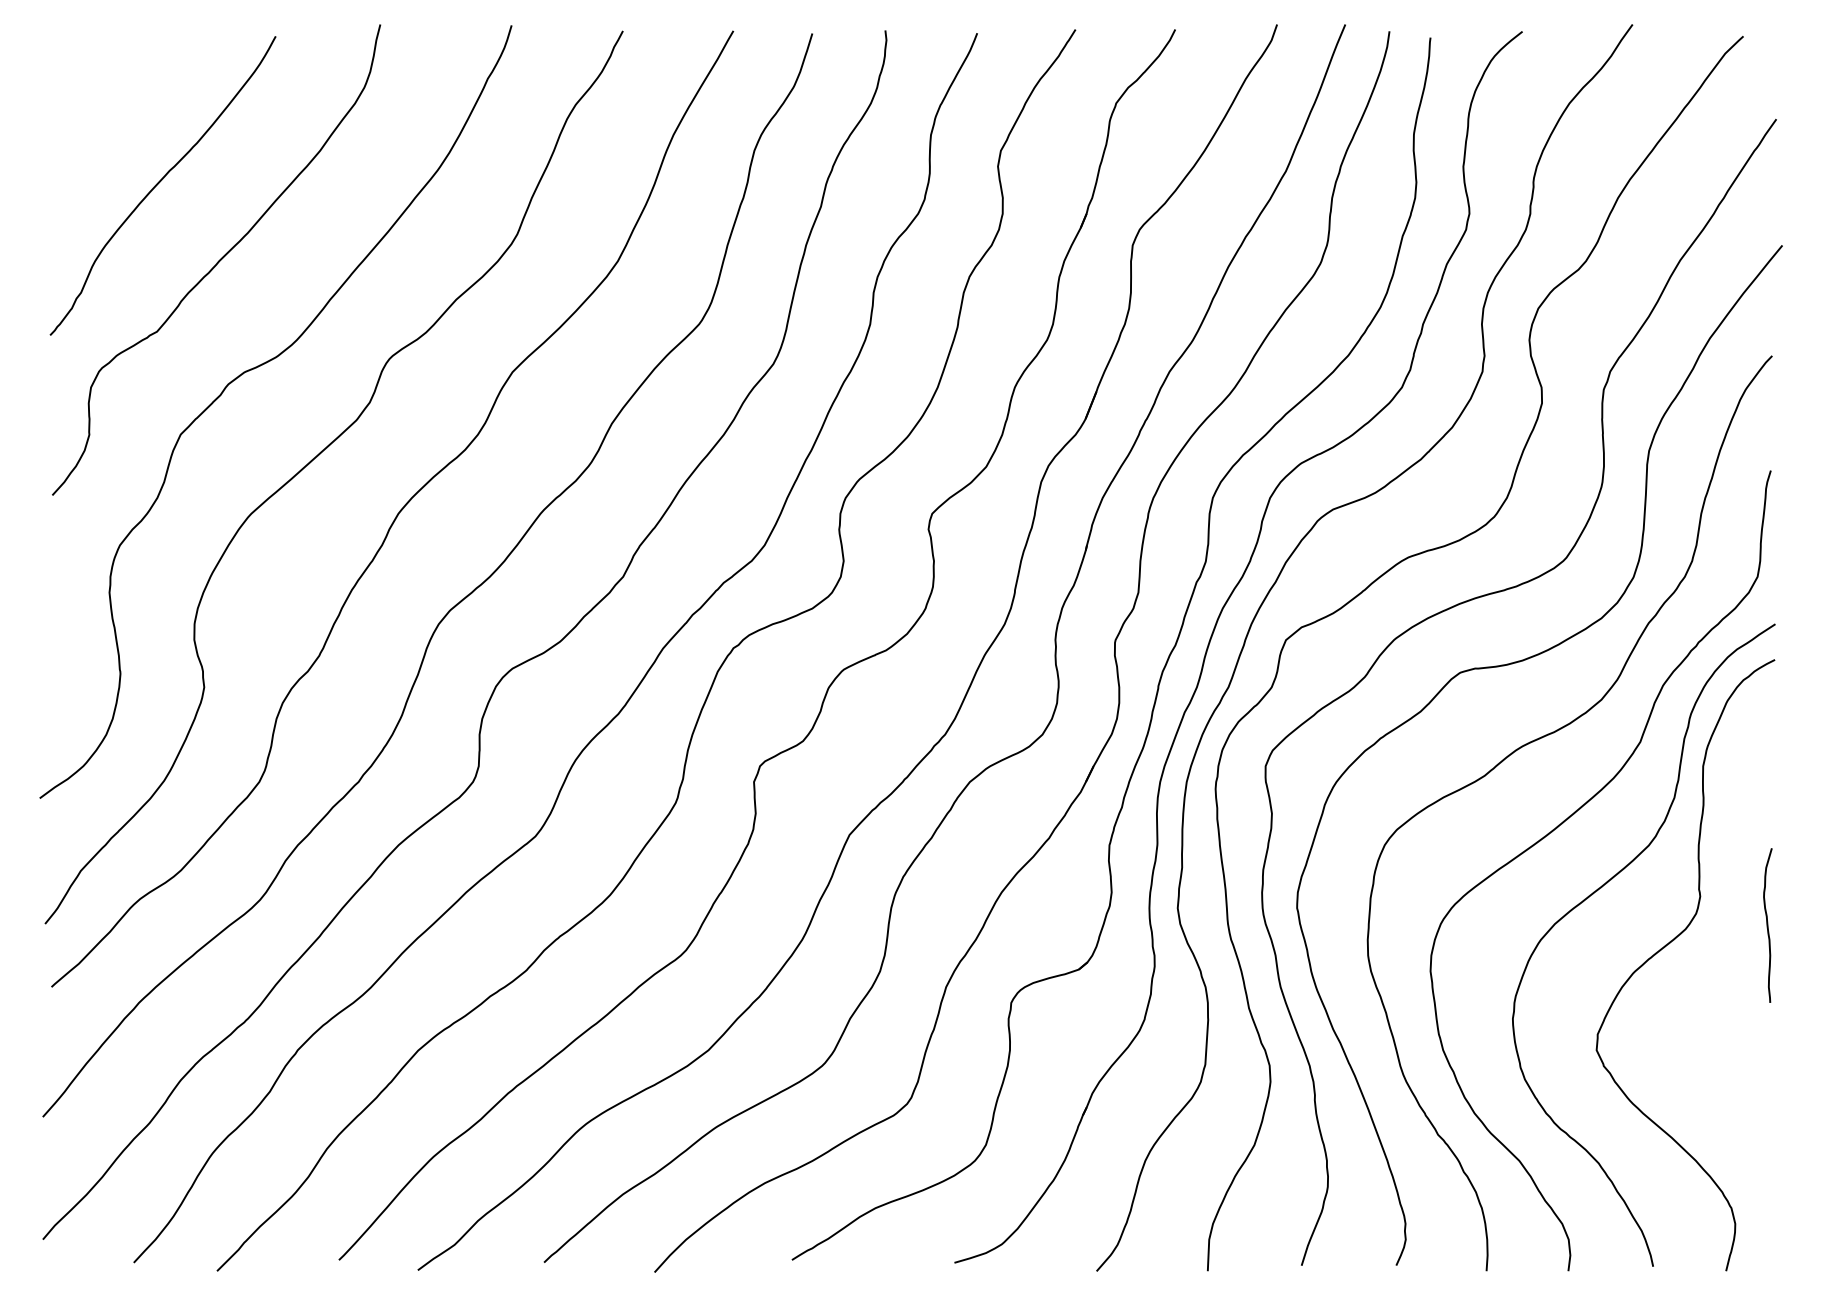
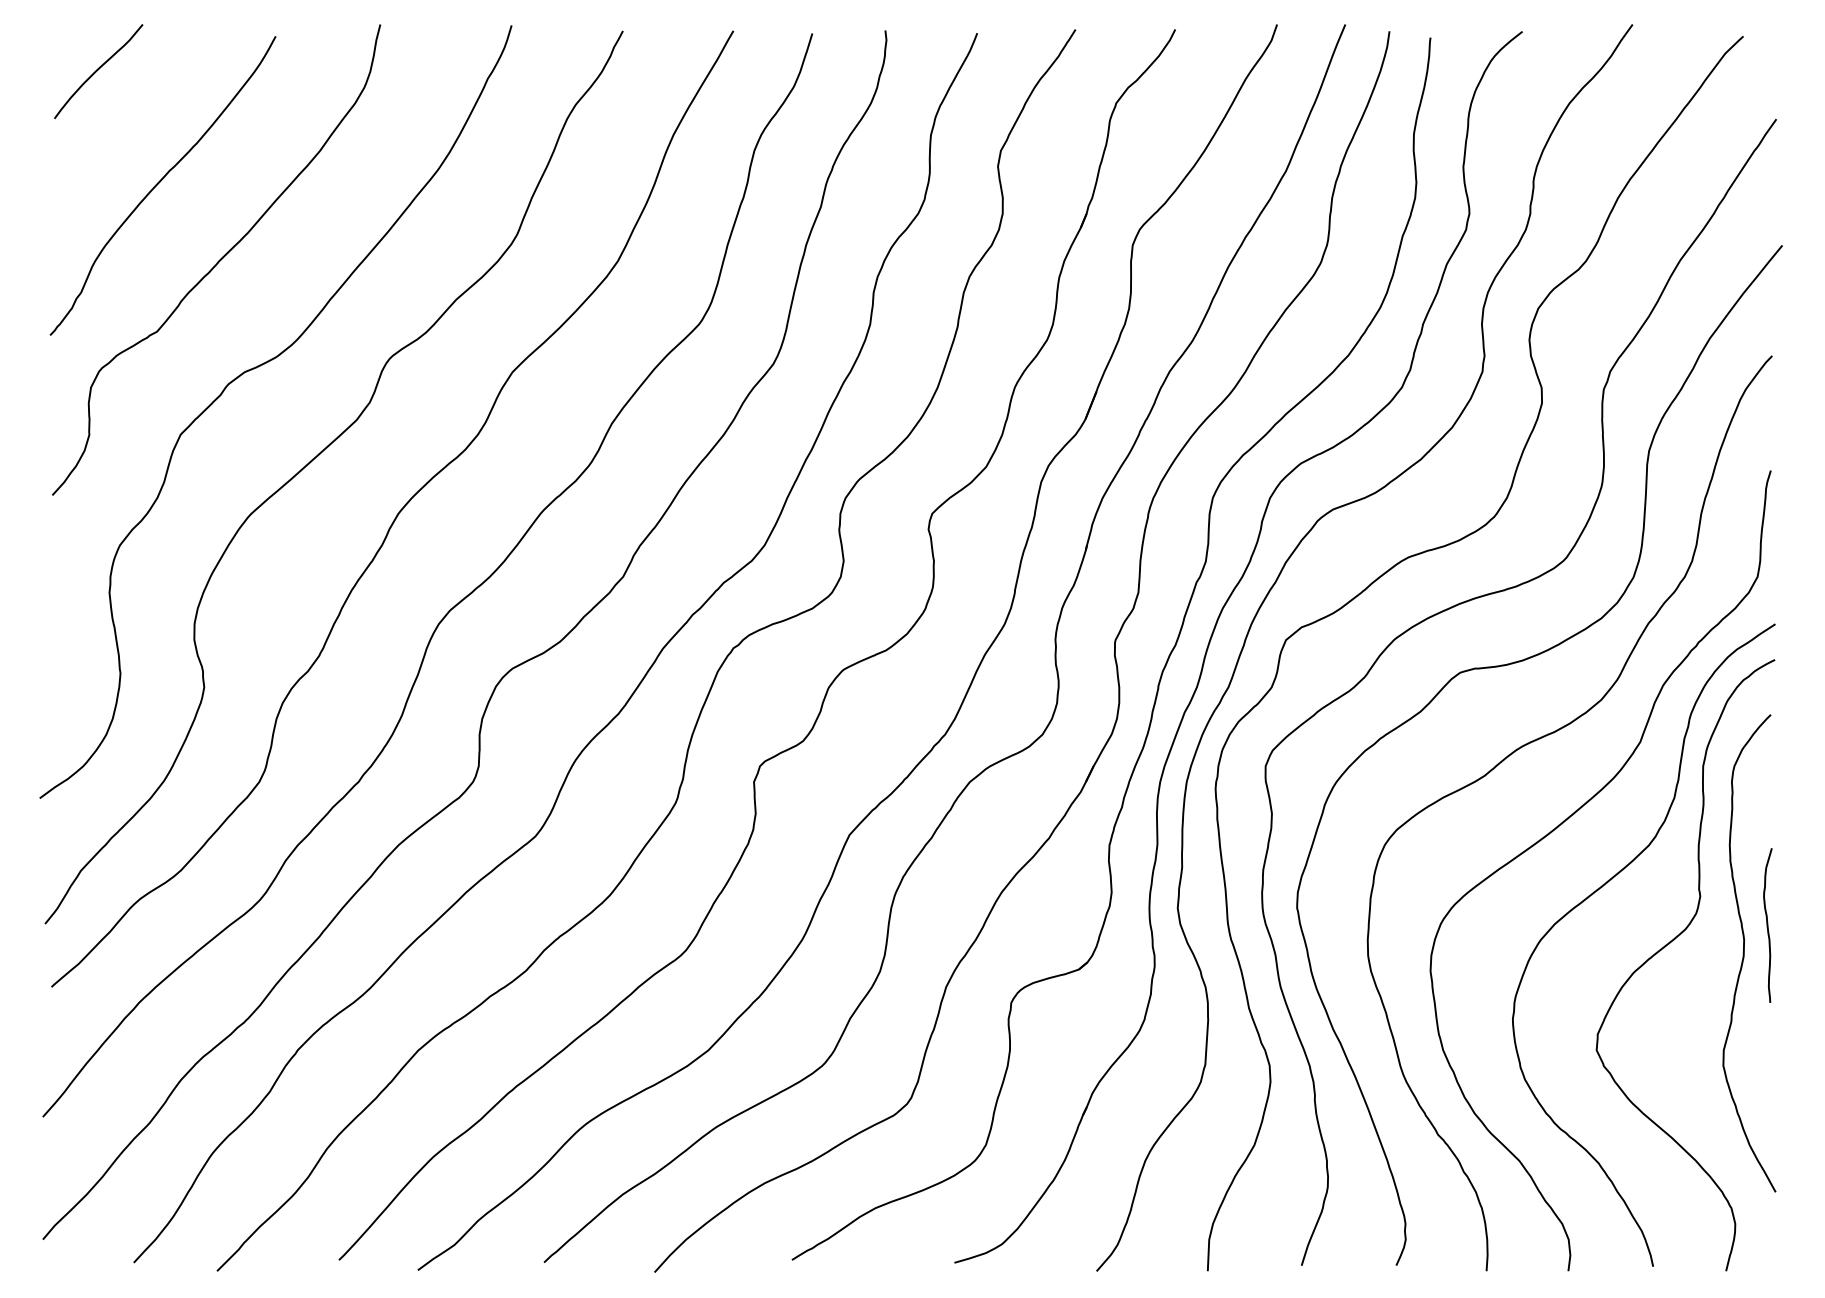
curve at (98, 70): none -> present
curve at (1744, 953): none -> present
